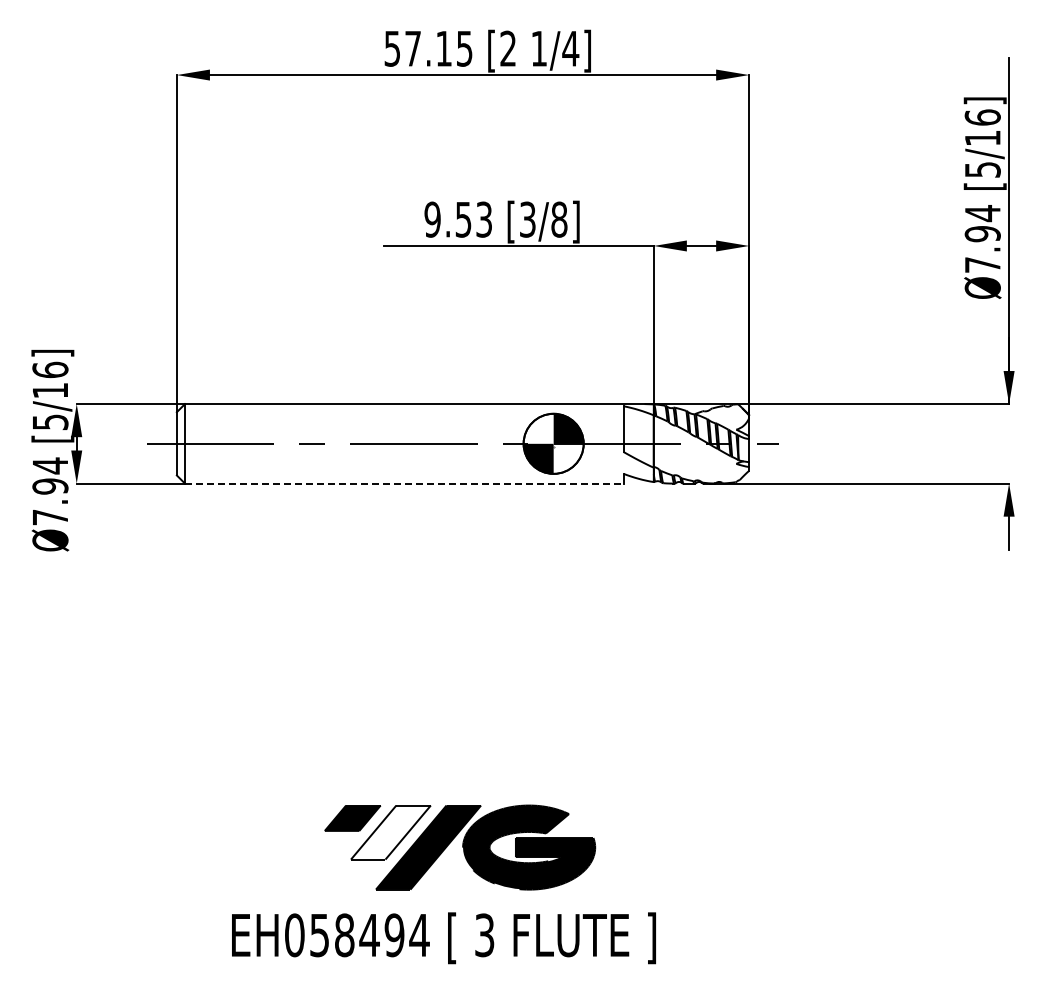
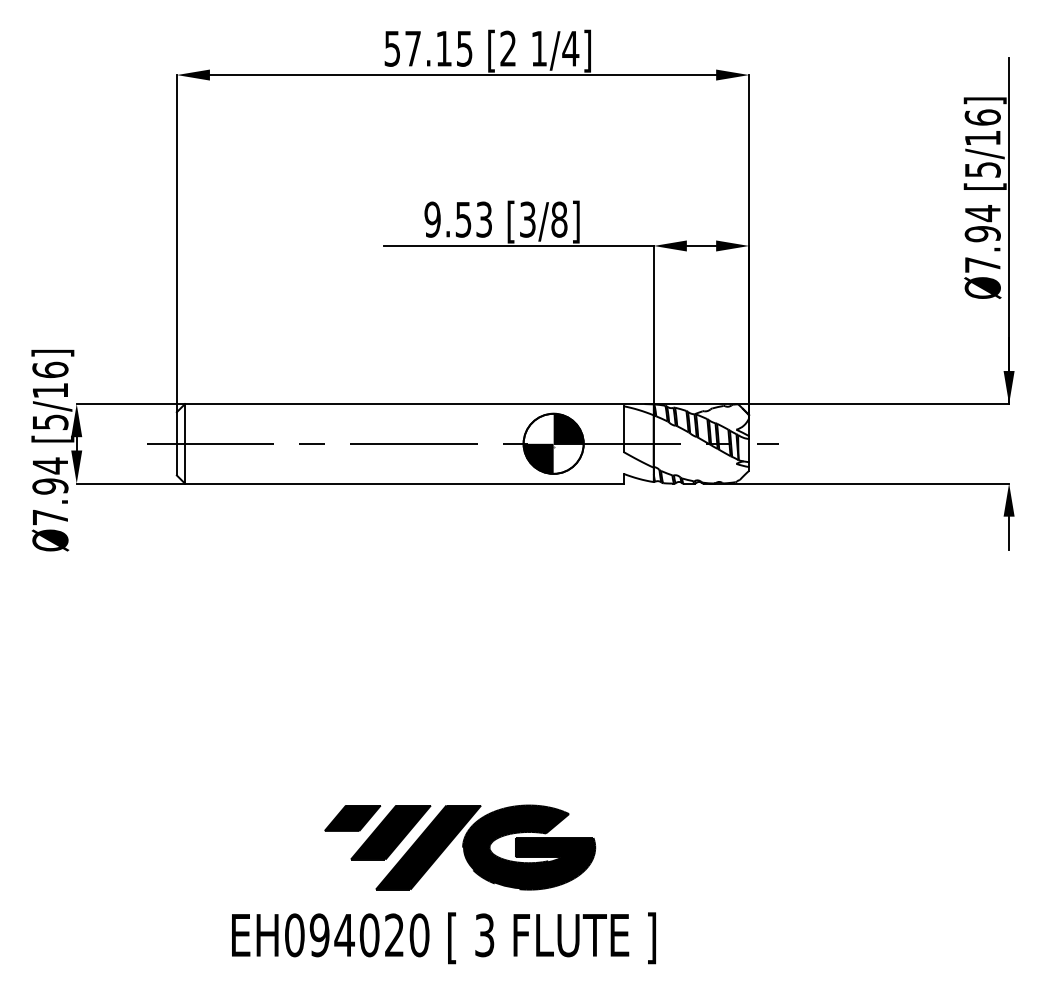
line at (404, 483): dashed -> solid
fill at (390, 832): none -> present
text at (369, 935): EH058494 -> EH094020
